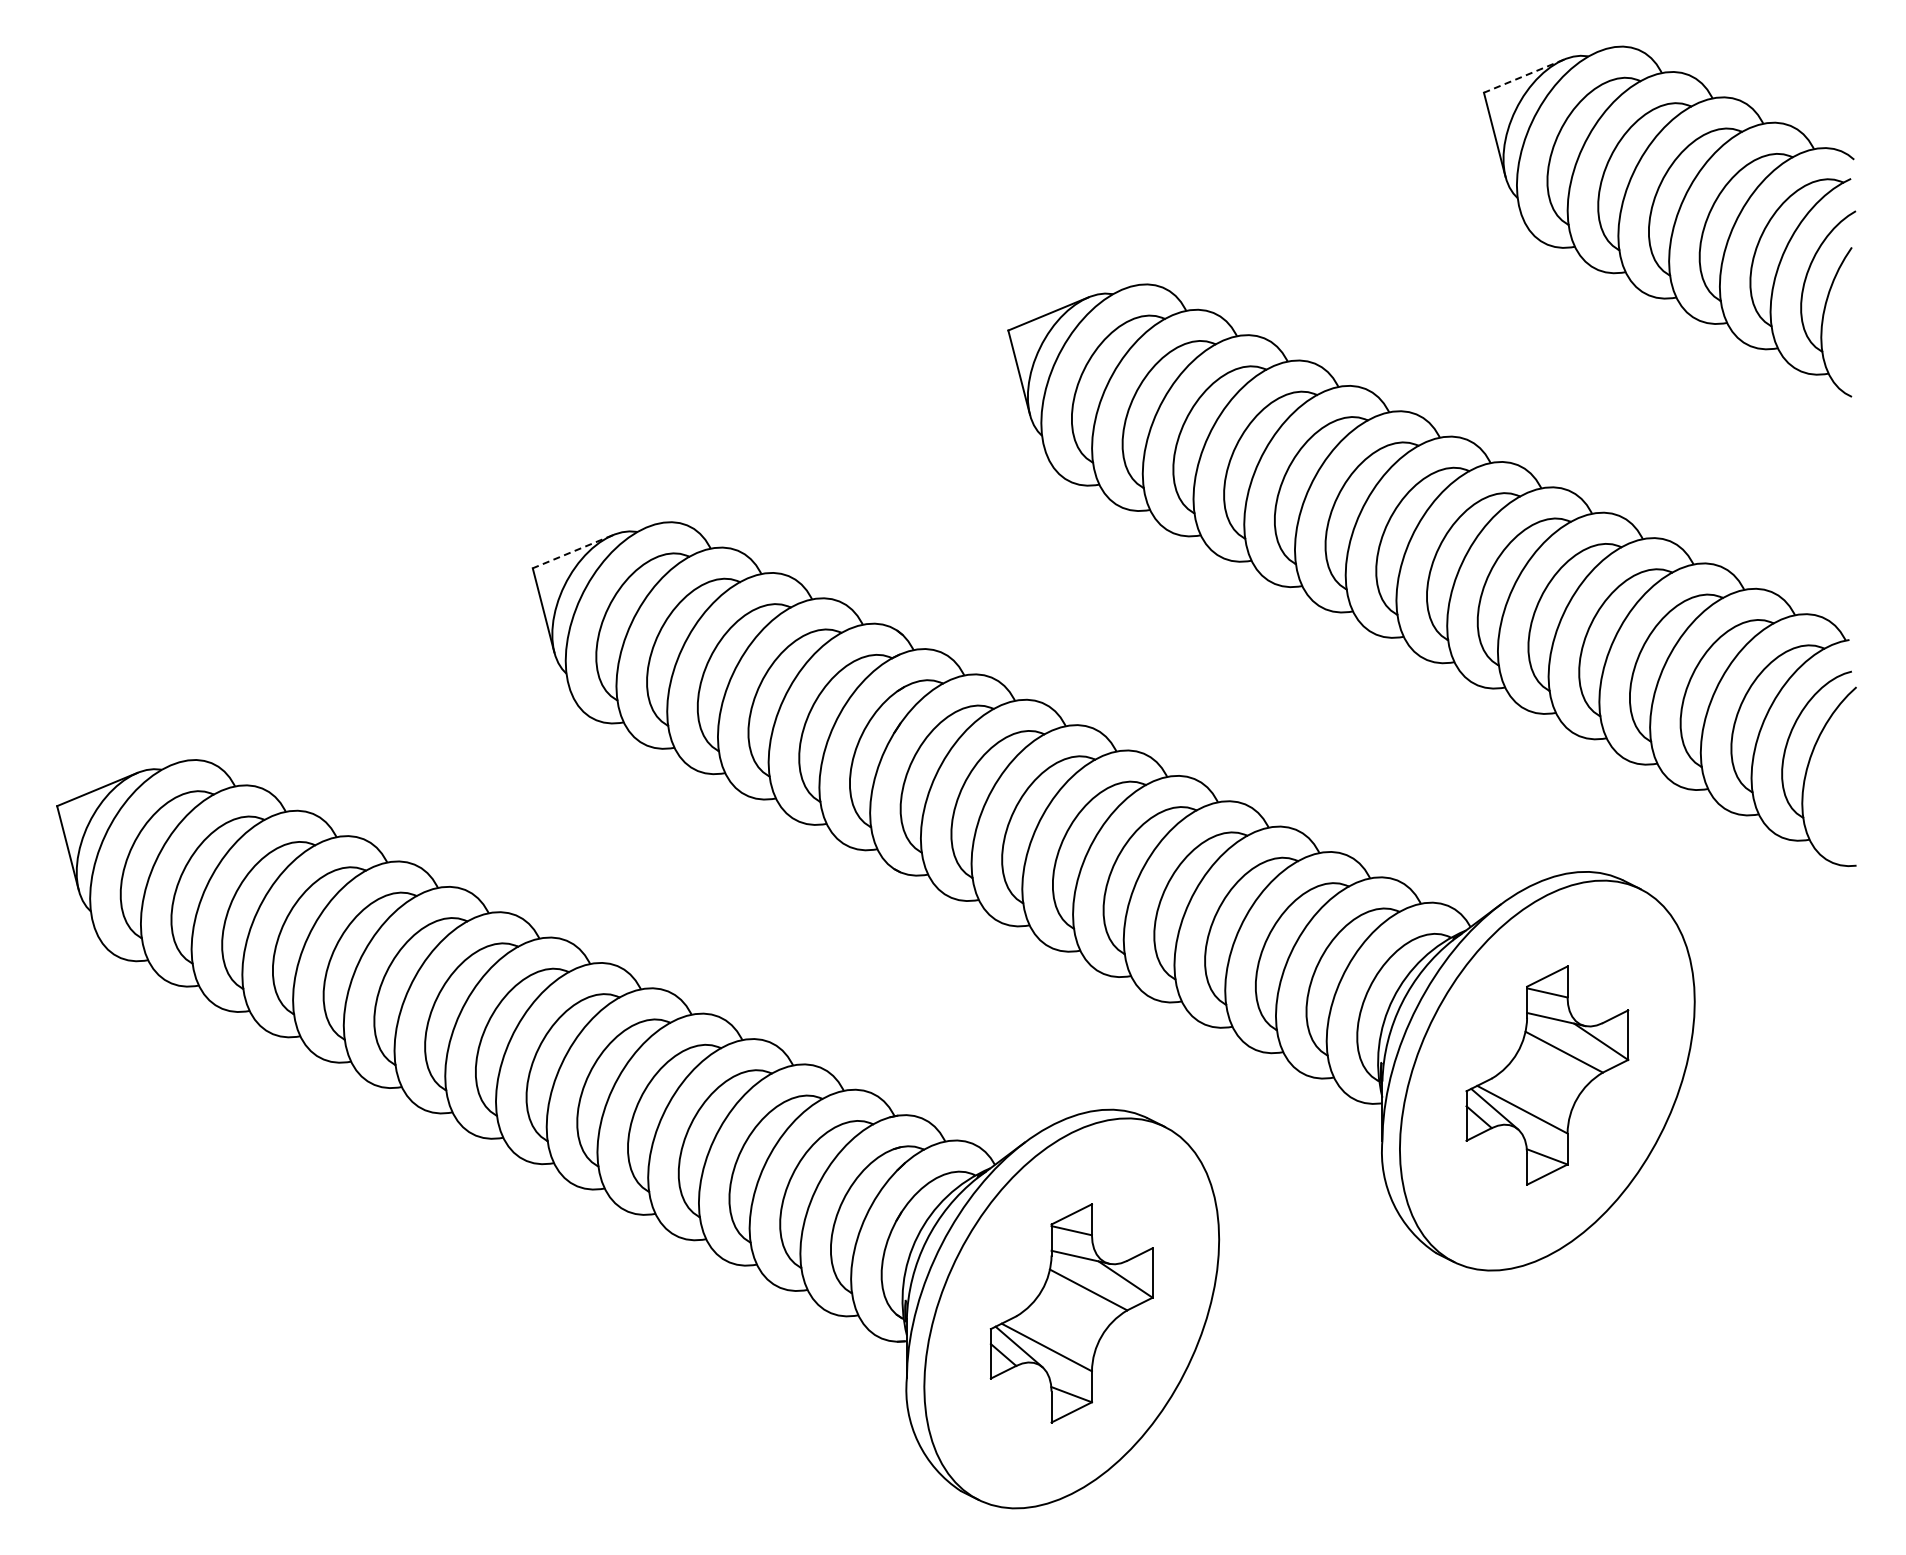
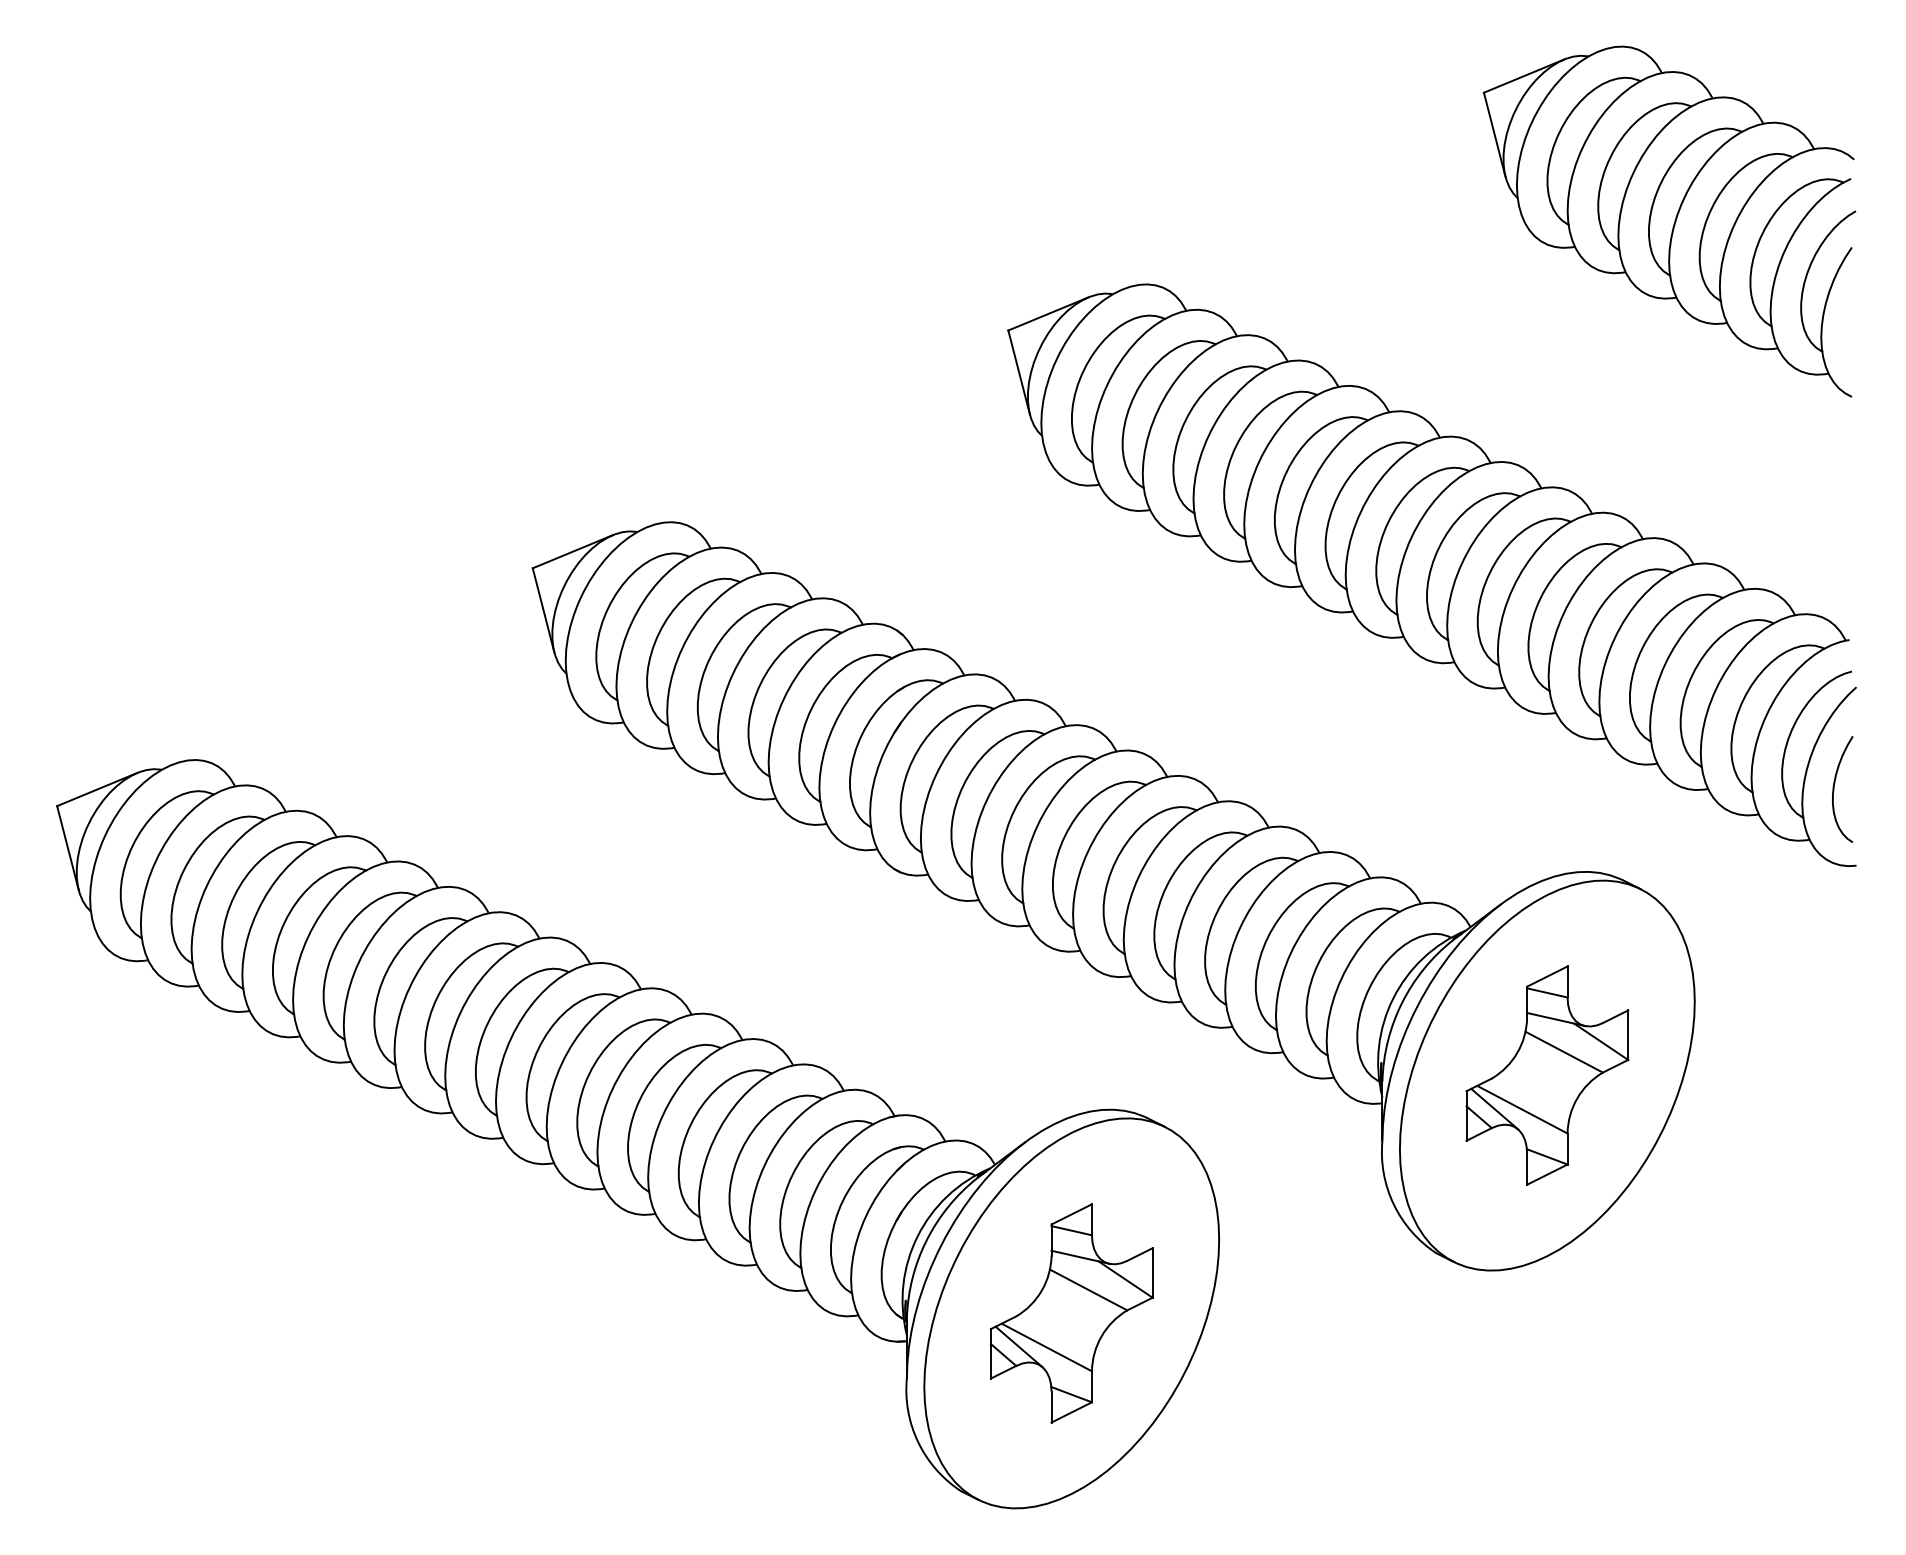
line at (1523, 76): dashed -> solid
line at (572, 551): dashed -> solid
curve at (1834, 789): none -> present
